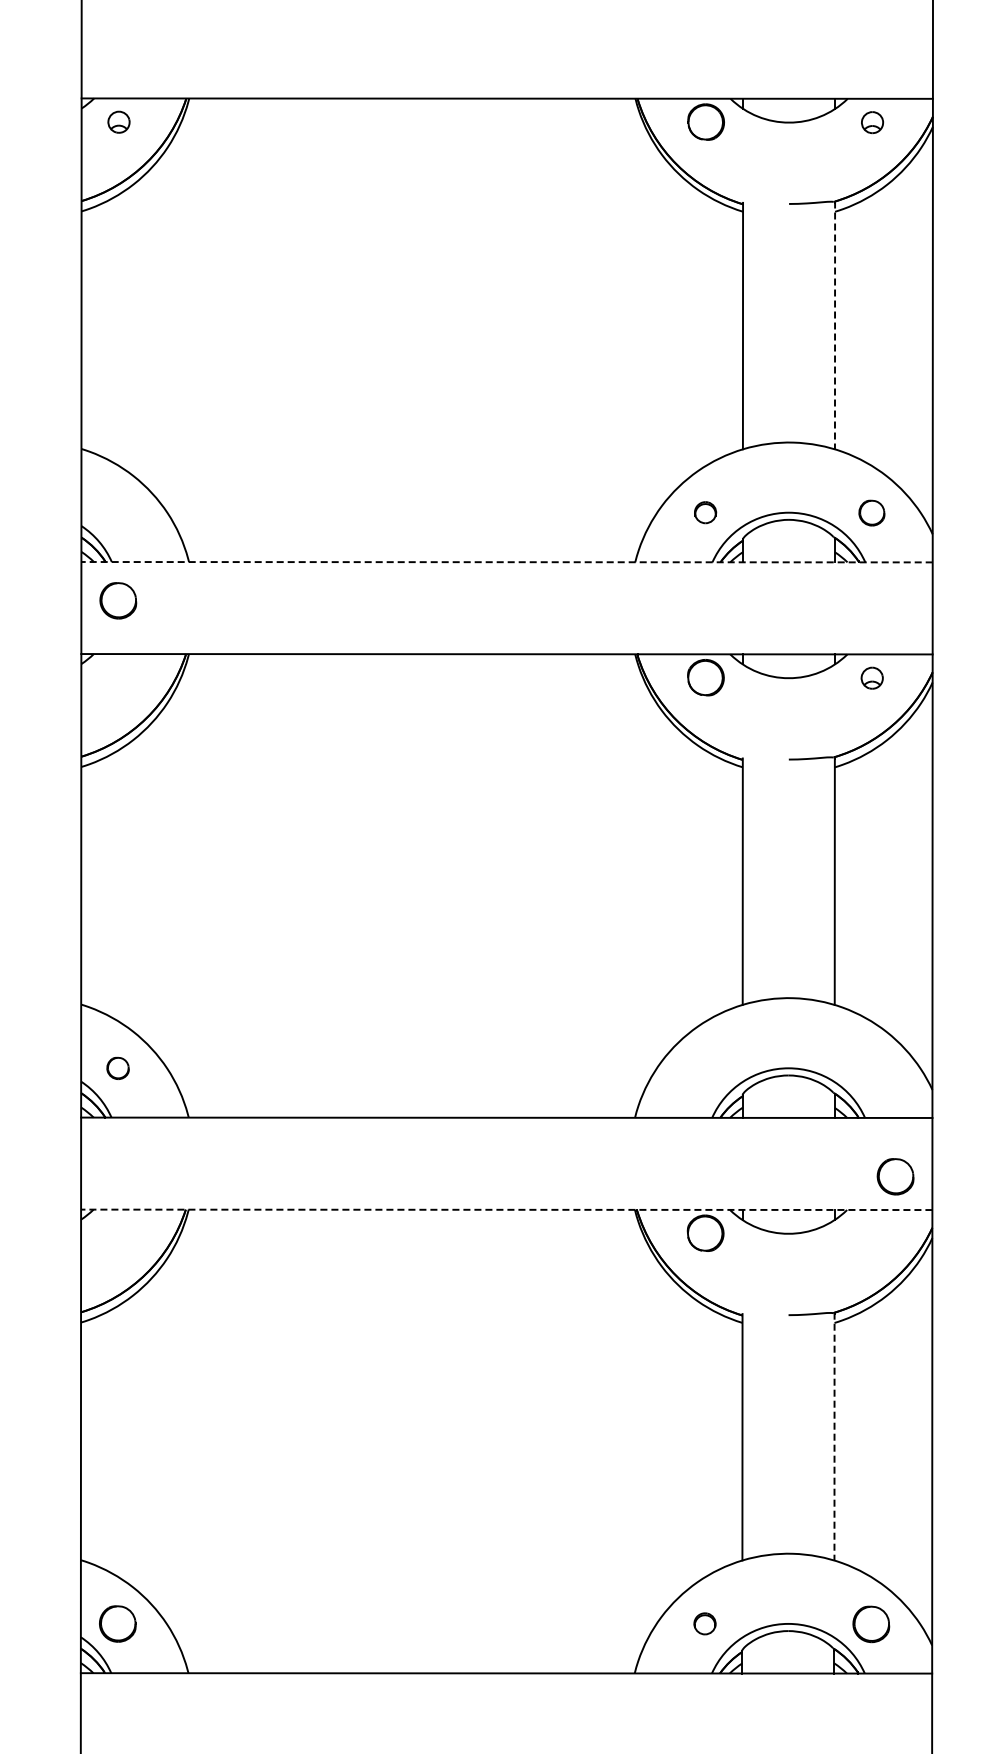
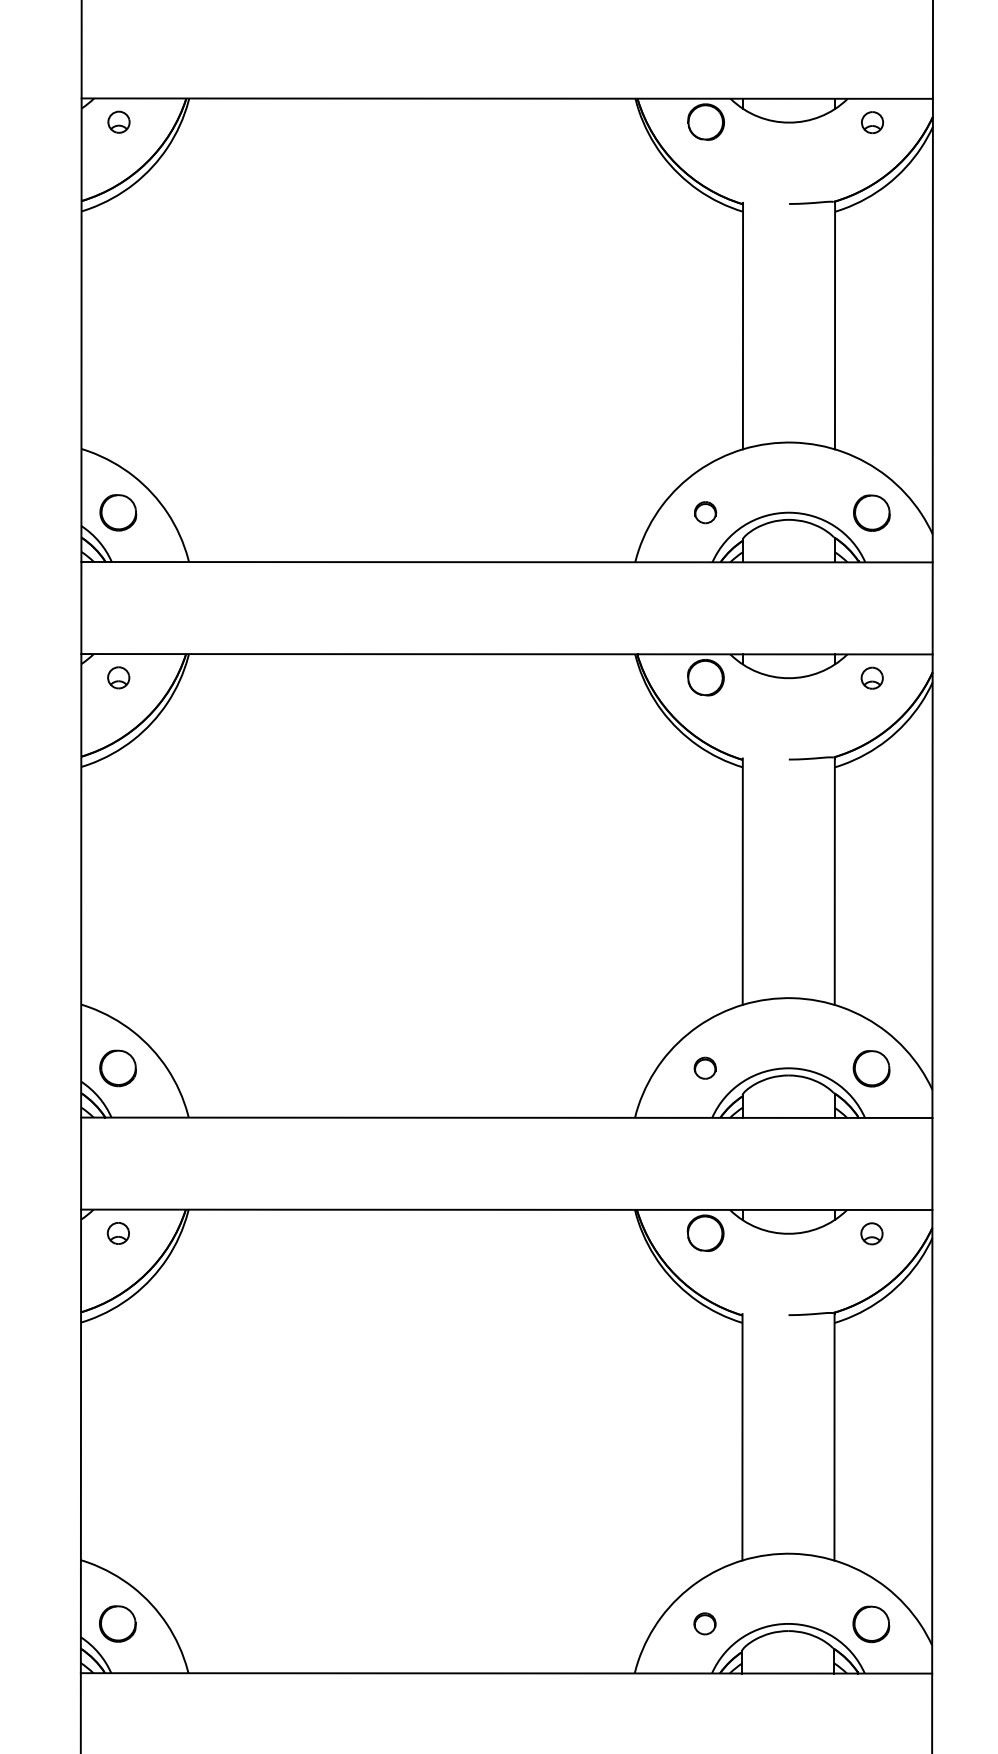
line at (835, 325): dashed -> solid
part at (871, 512) size: 28x28 px -> 38x38 px
line at (507, 562): dashed -> solid
part at (118, 600) position: (118, 600) -> (118, 512)
part at (118, 677): none -> present
part at (117, 1067) size: 24x24 px -> 38x39 px
part at (704, 1067): none -> present
part at (895, 1176) position: (895, 1176) -> (871, 1068)
line at (506, 1209): dashed -> solid
part at (117, 1233): none -> present
part at (871, 1233): none -> present
line at (834, 1436): dashed -> solid
